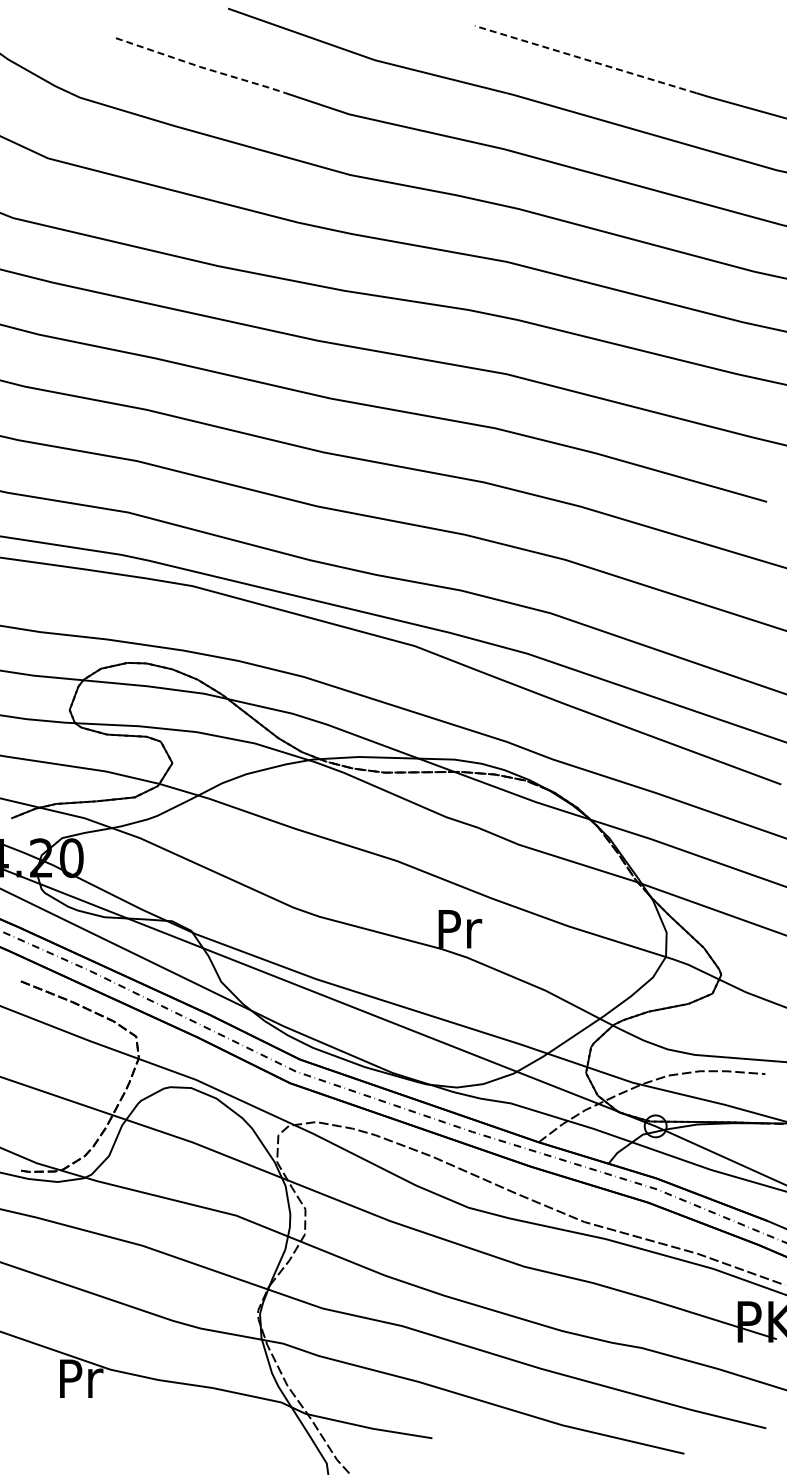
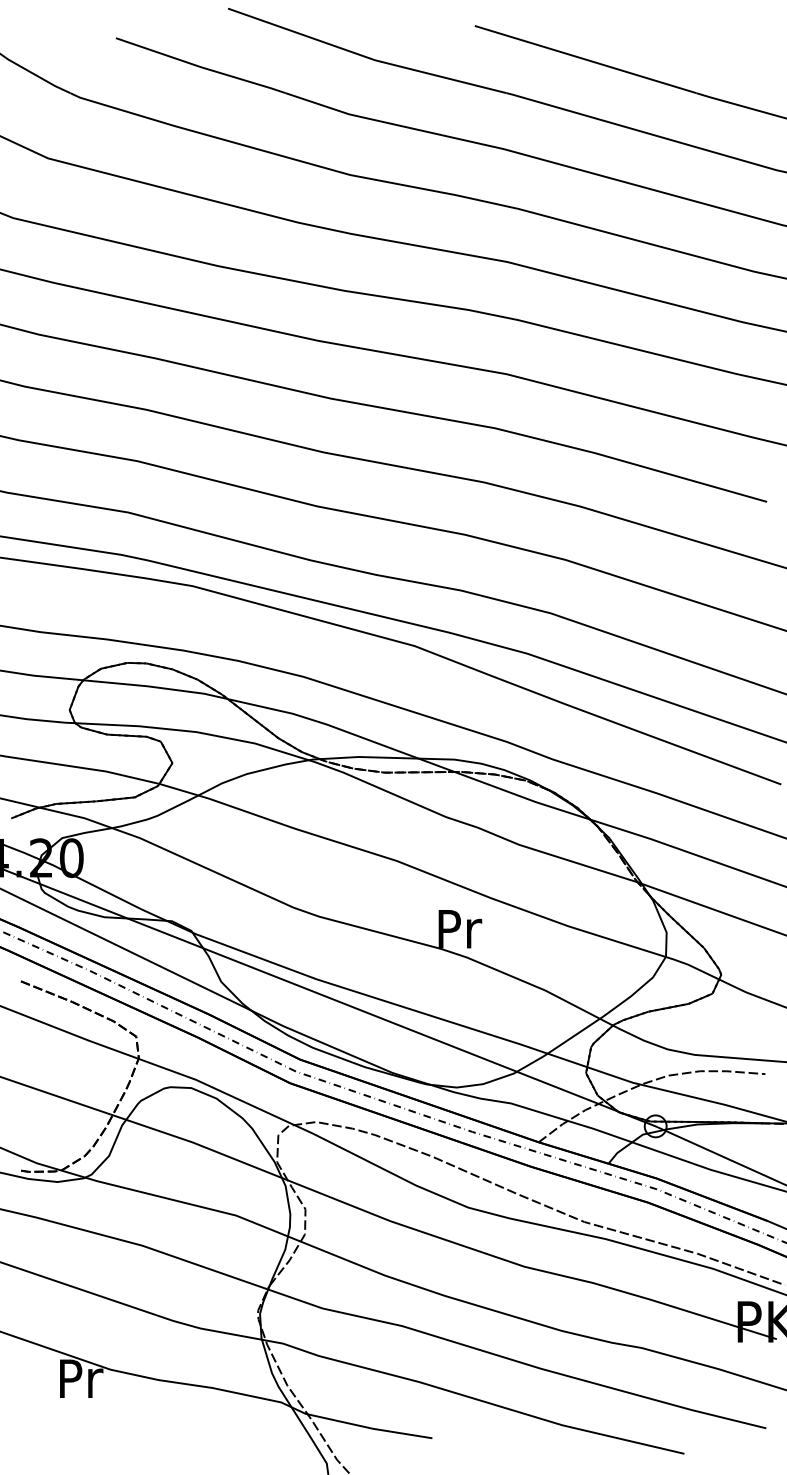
line at (585, 59): dashed -> solid
line at (201, 67): dashed -> solid
